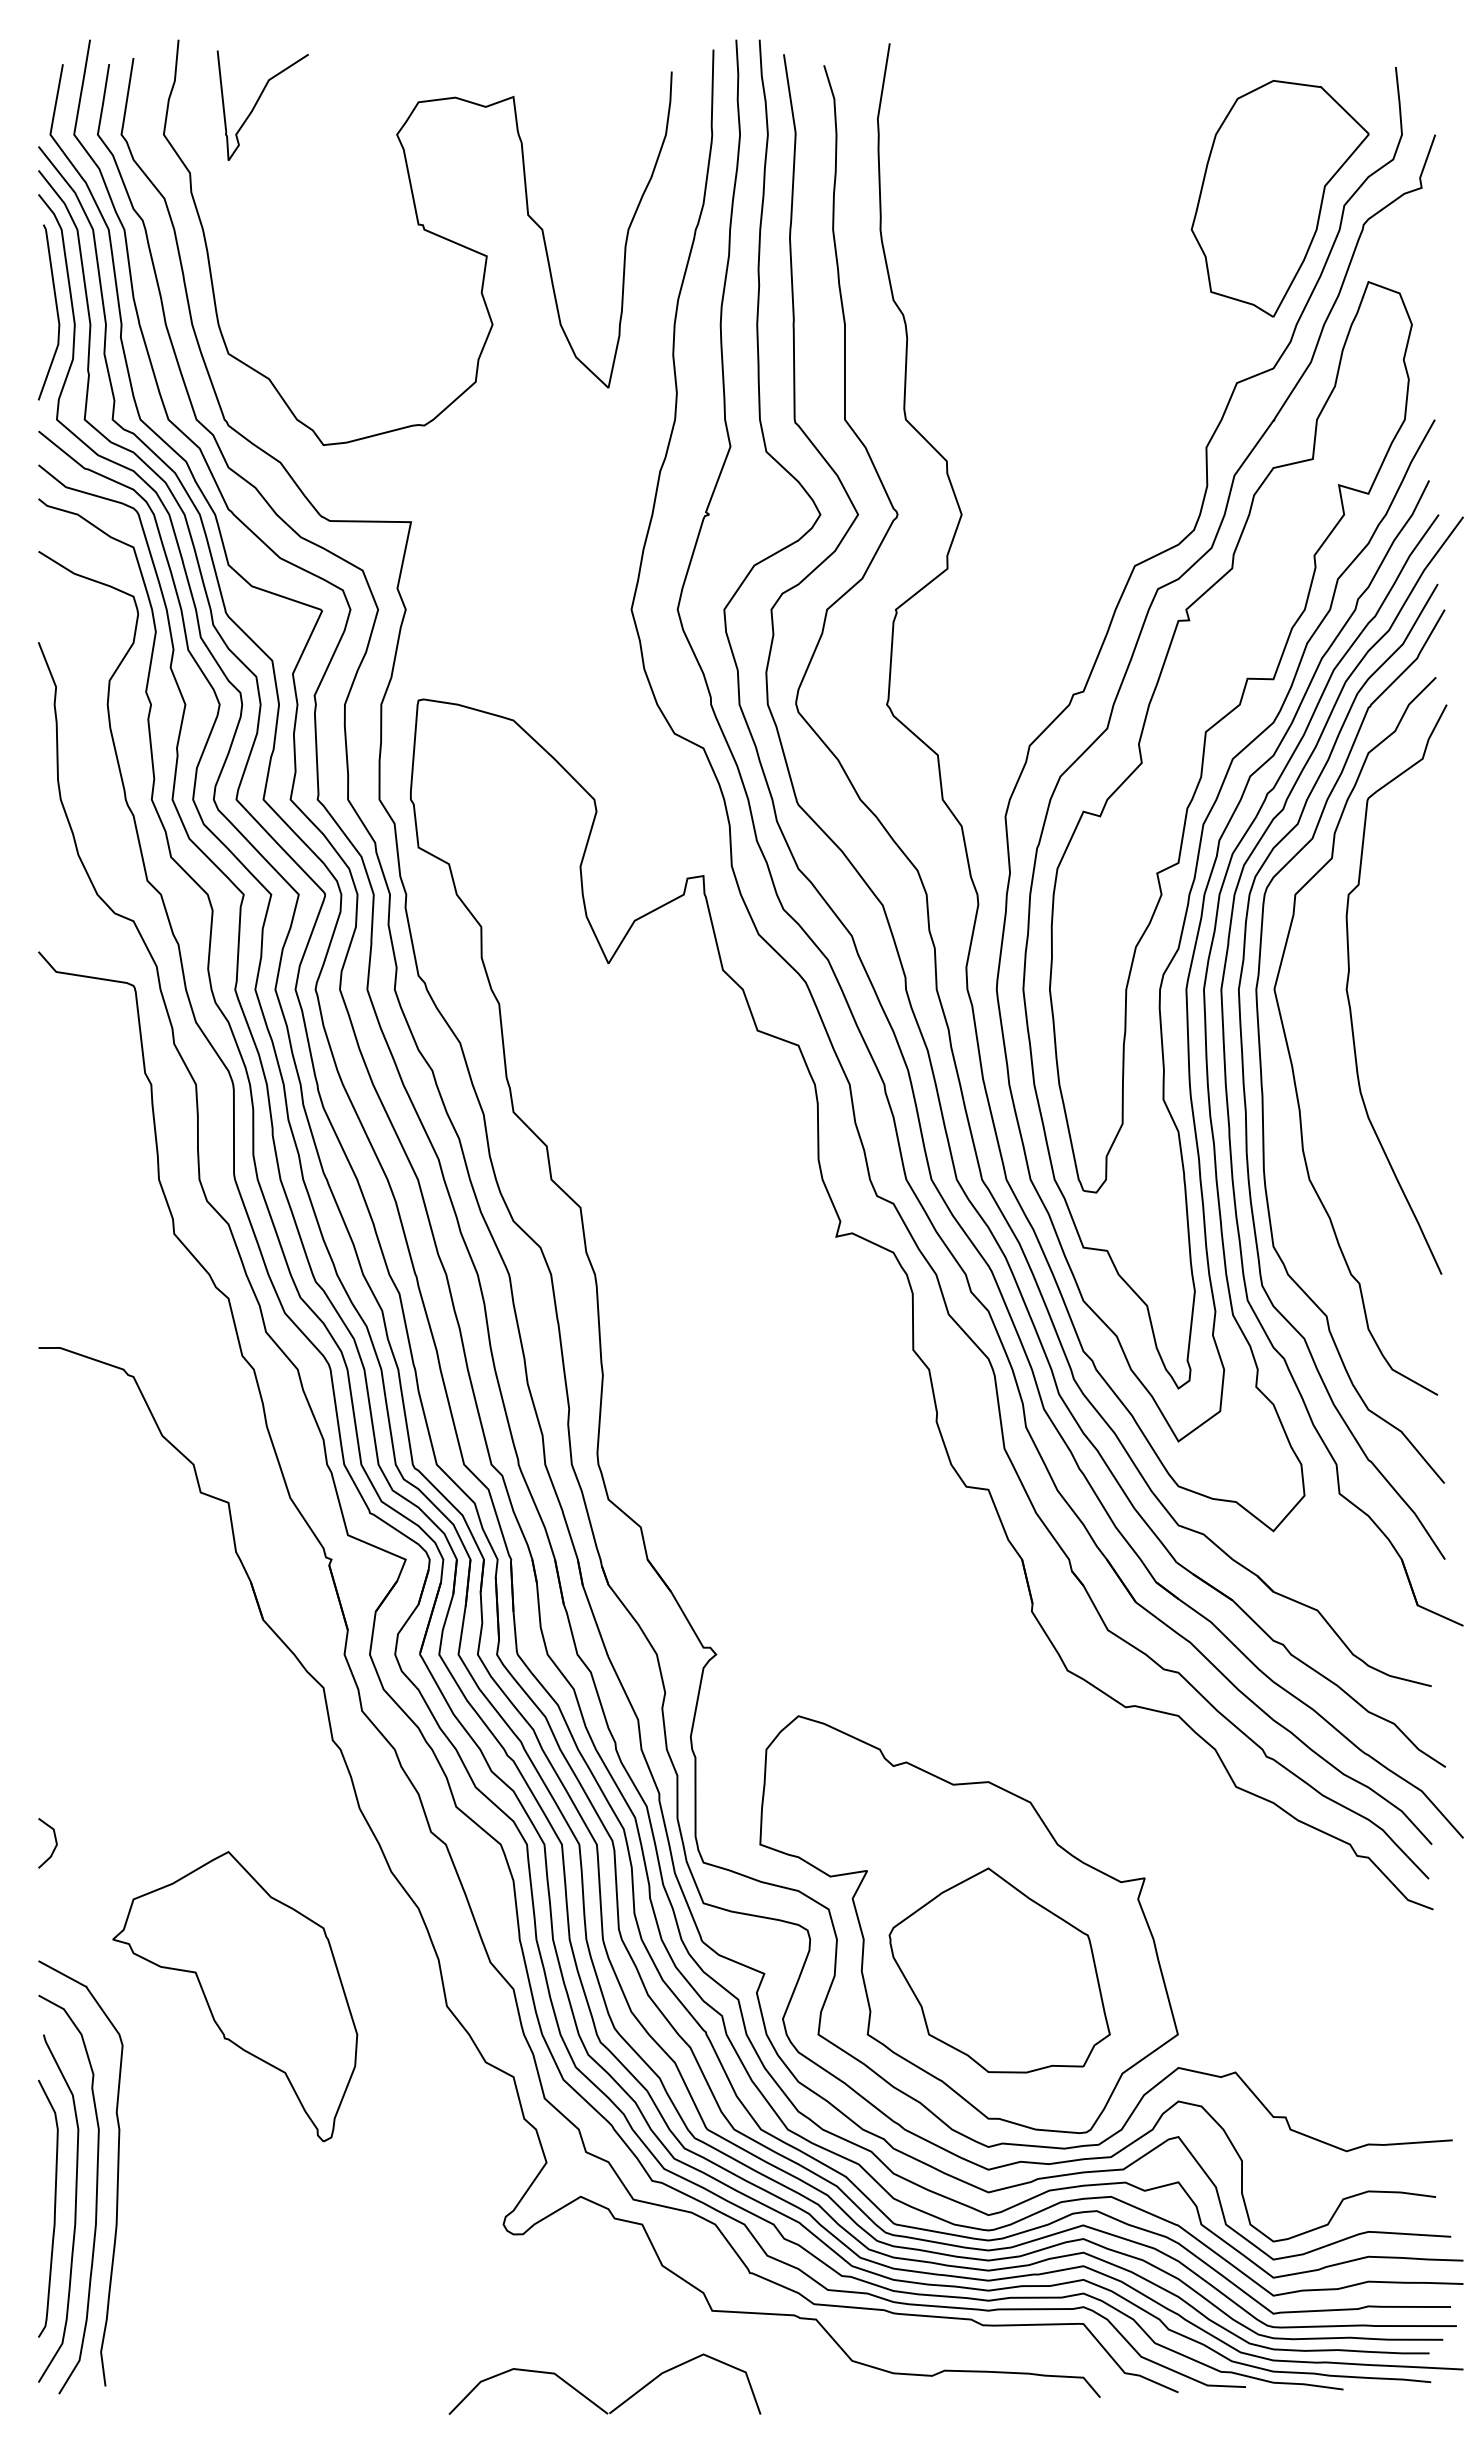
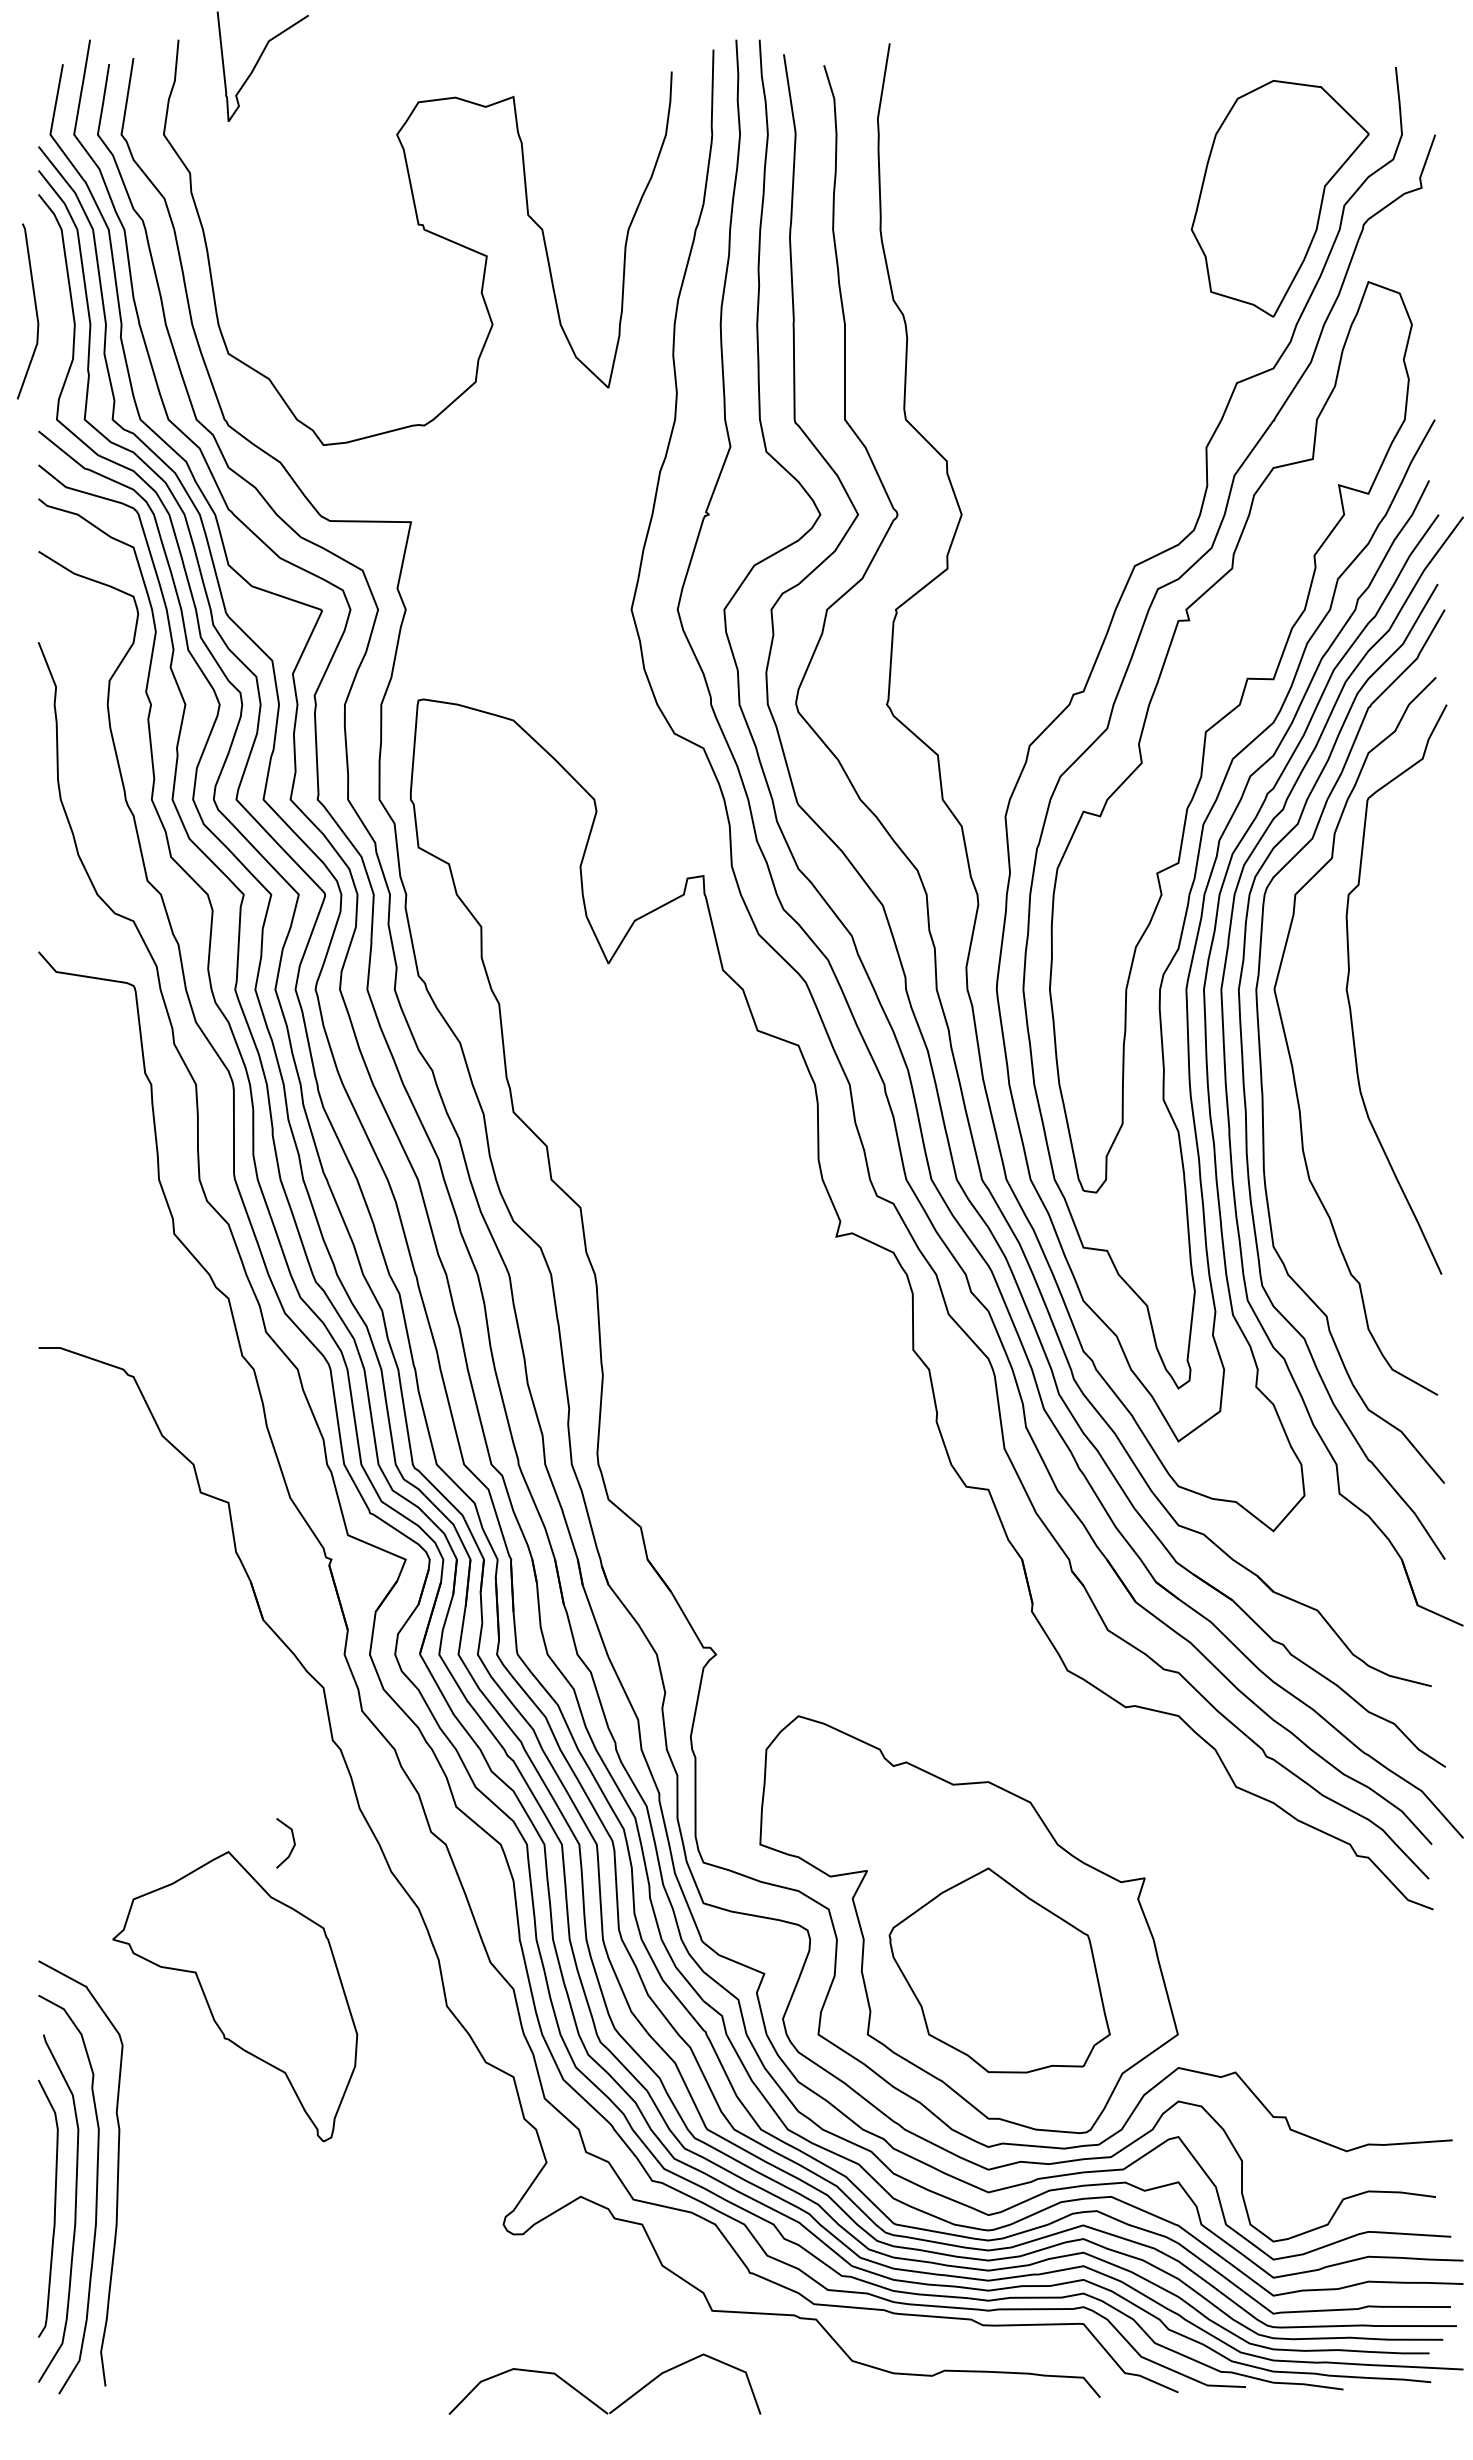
curve at (257, 103) position: (257, 103) -> (257, 64)
curve at (56, 312) position: (56, 312) -> (35, 311)
line at (55, 1843) position: (55, 1843) -> (293, 1843)
